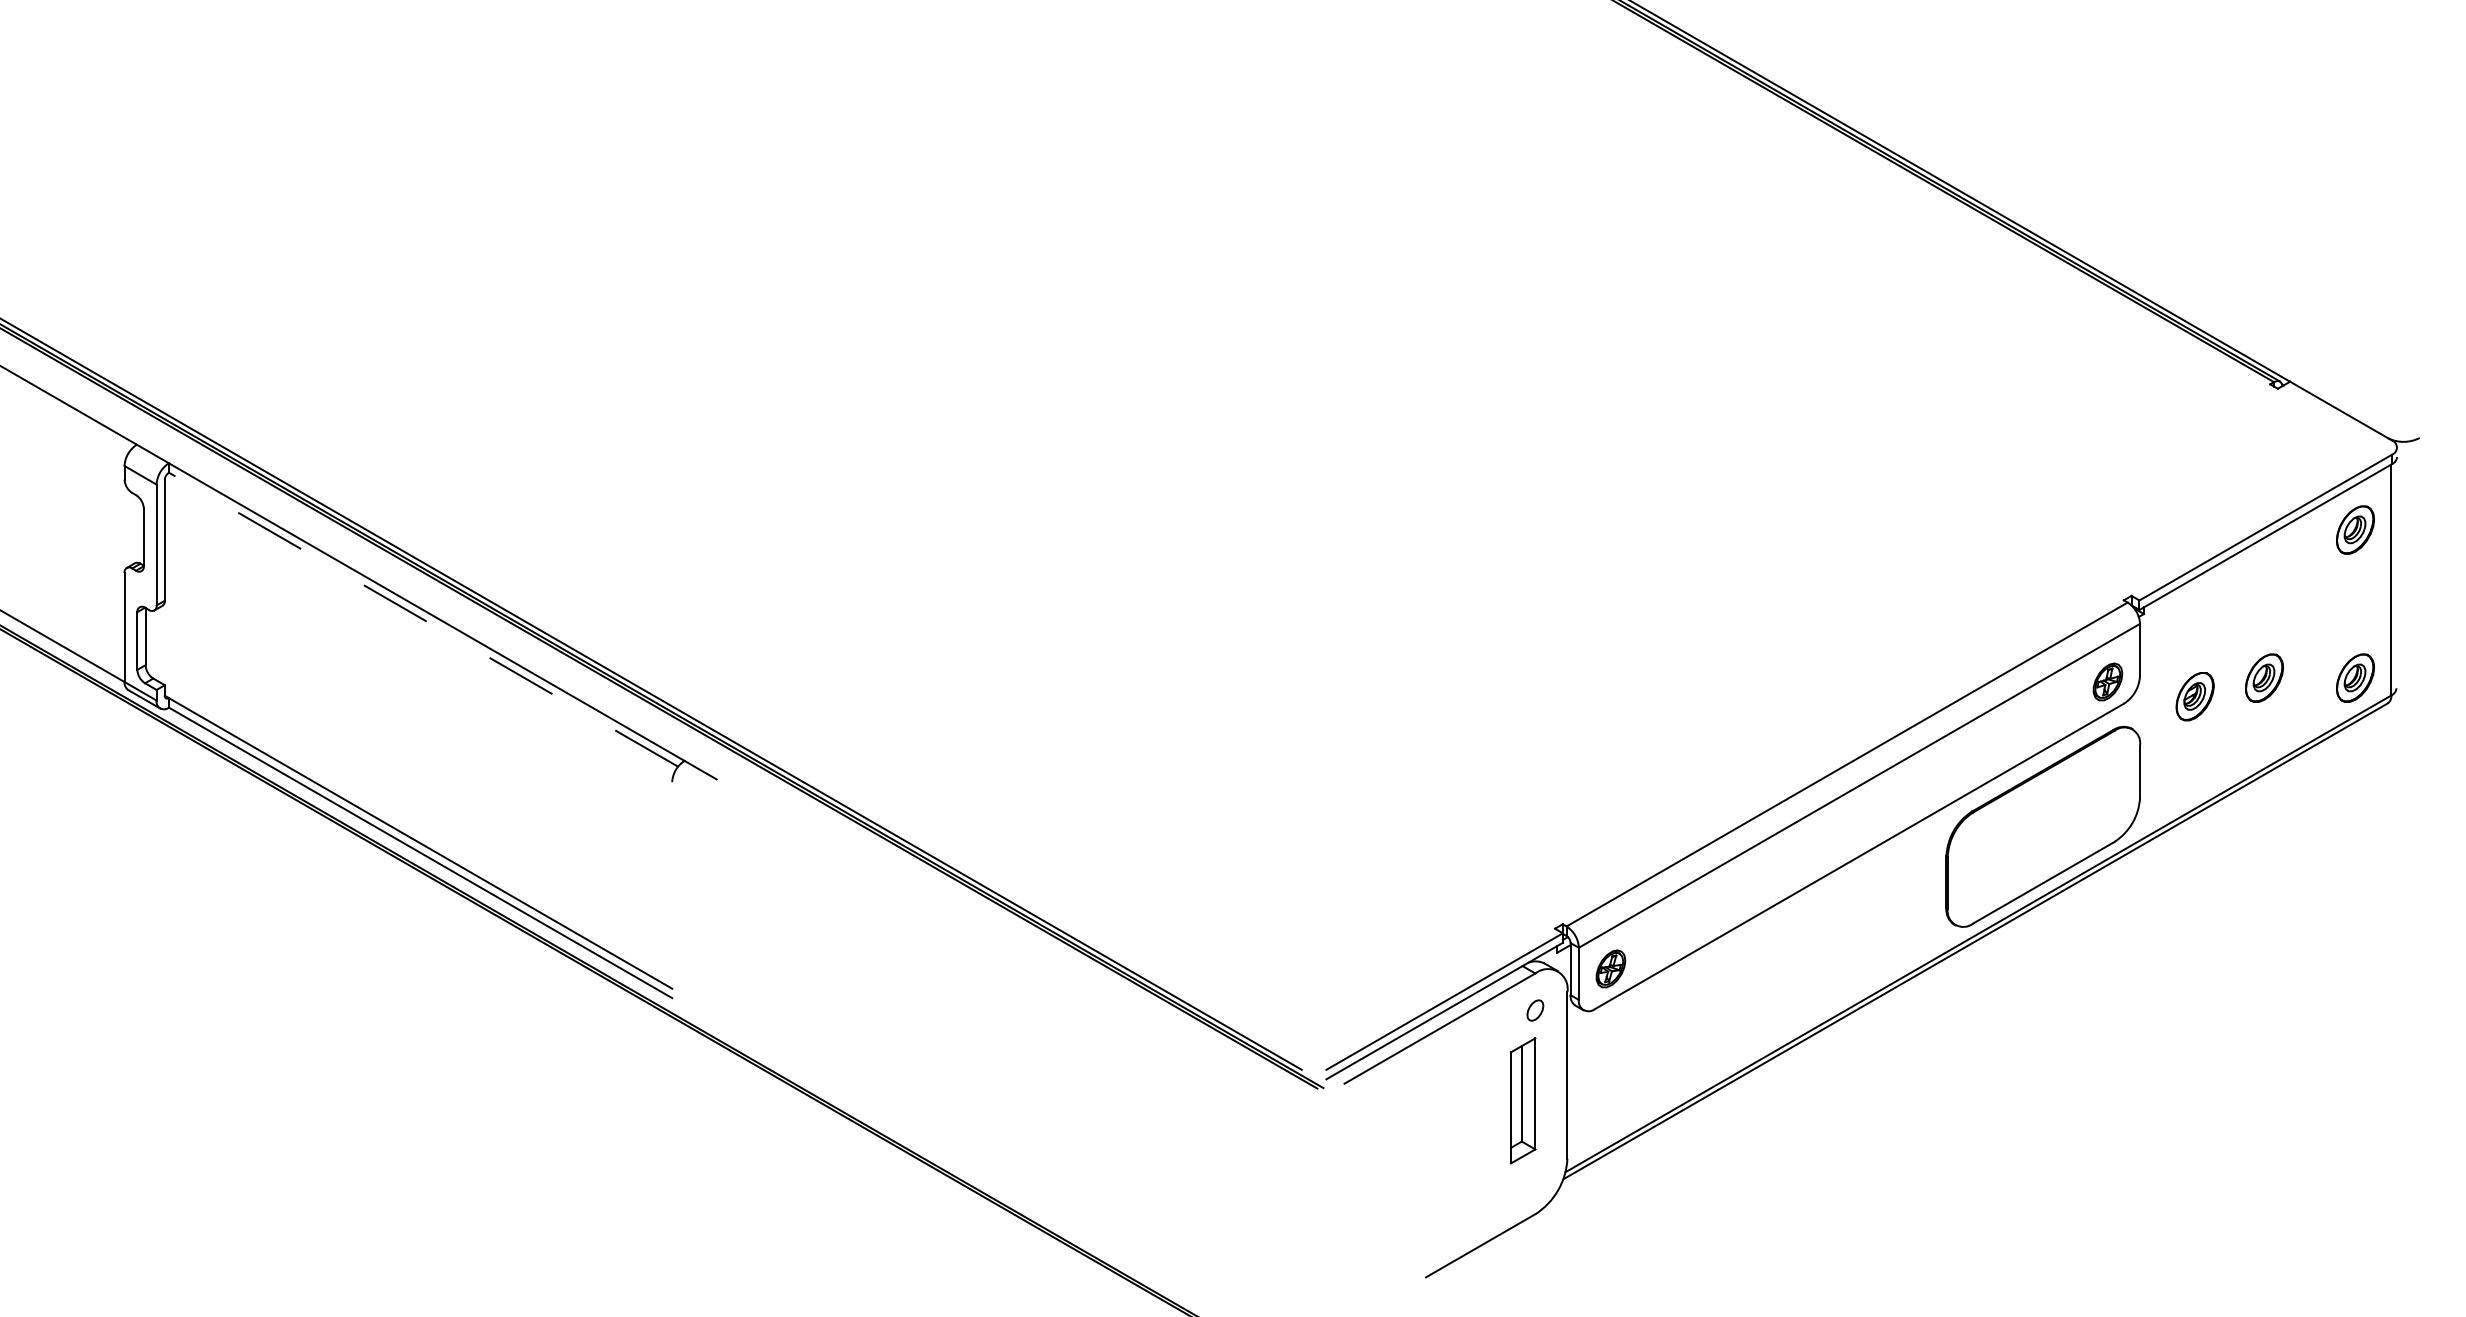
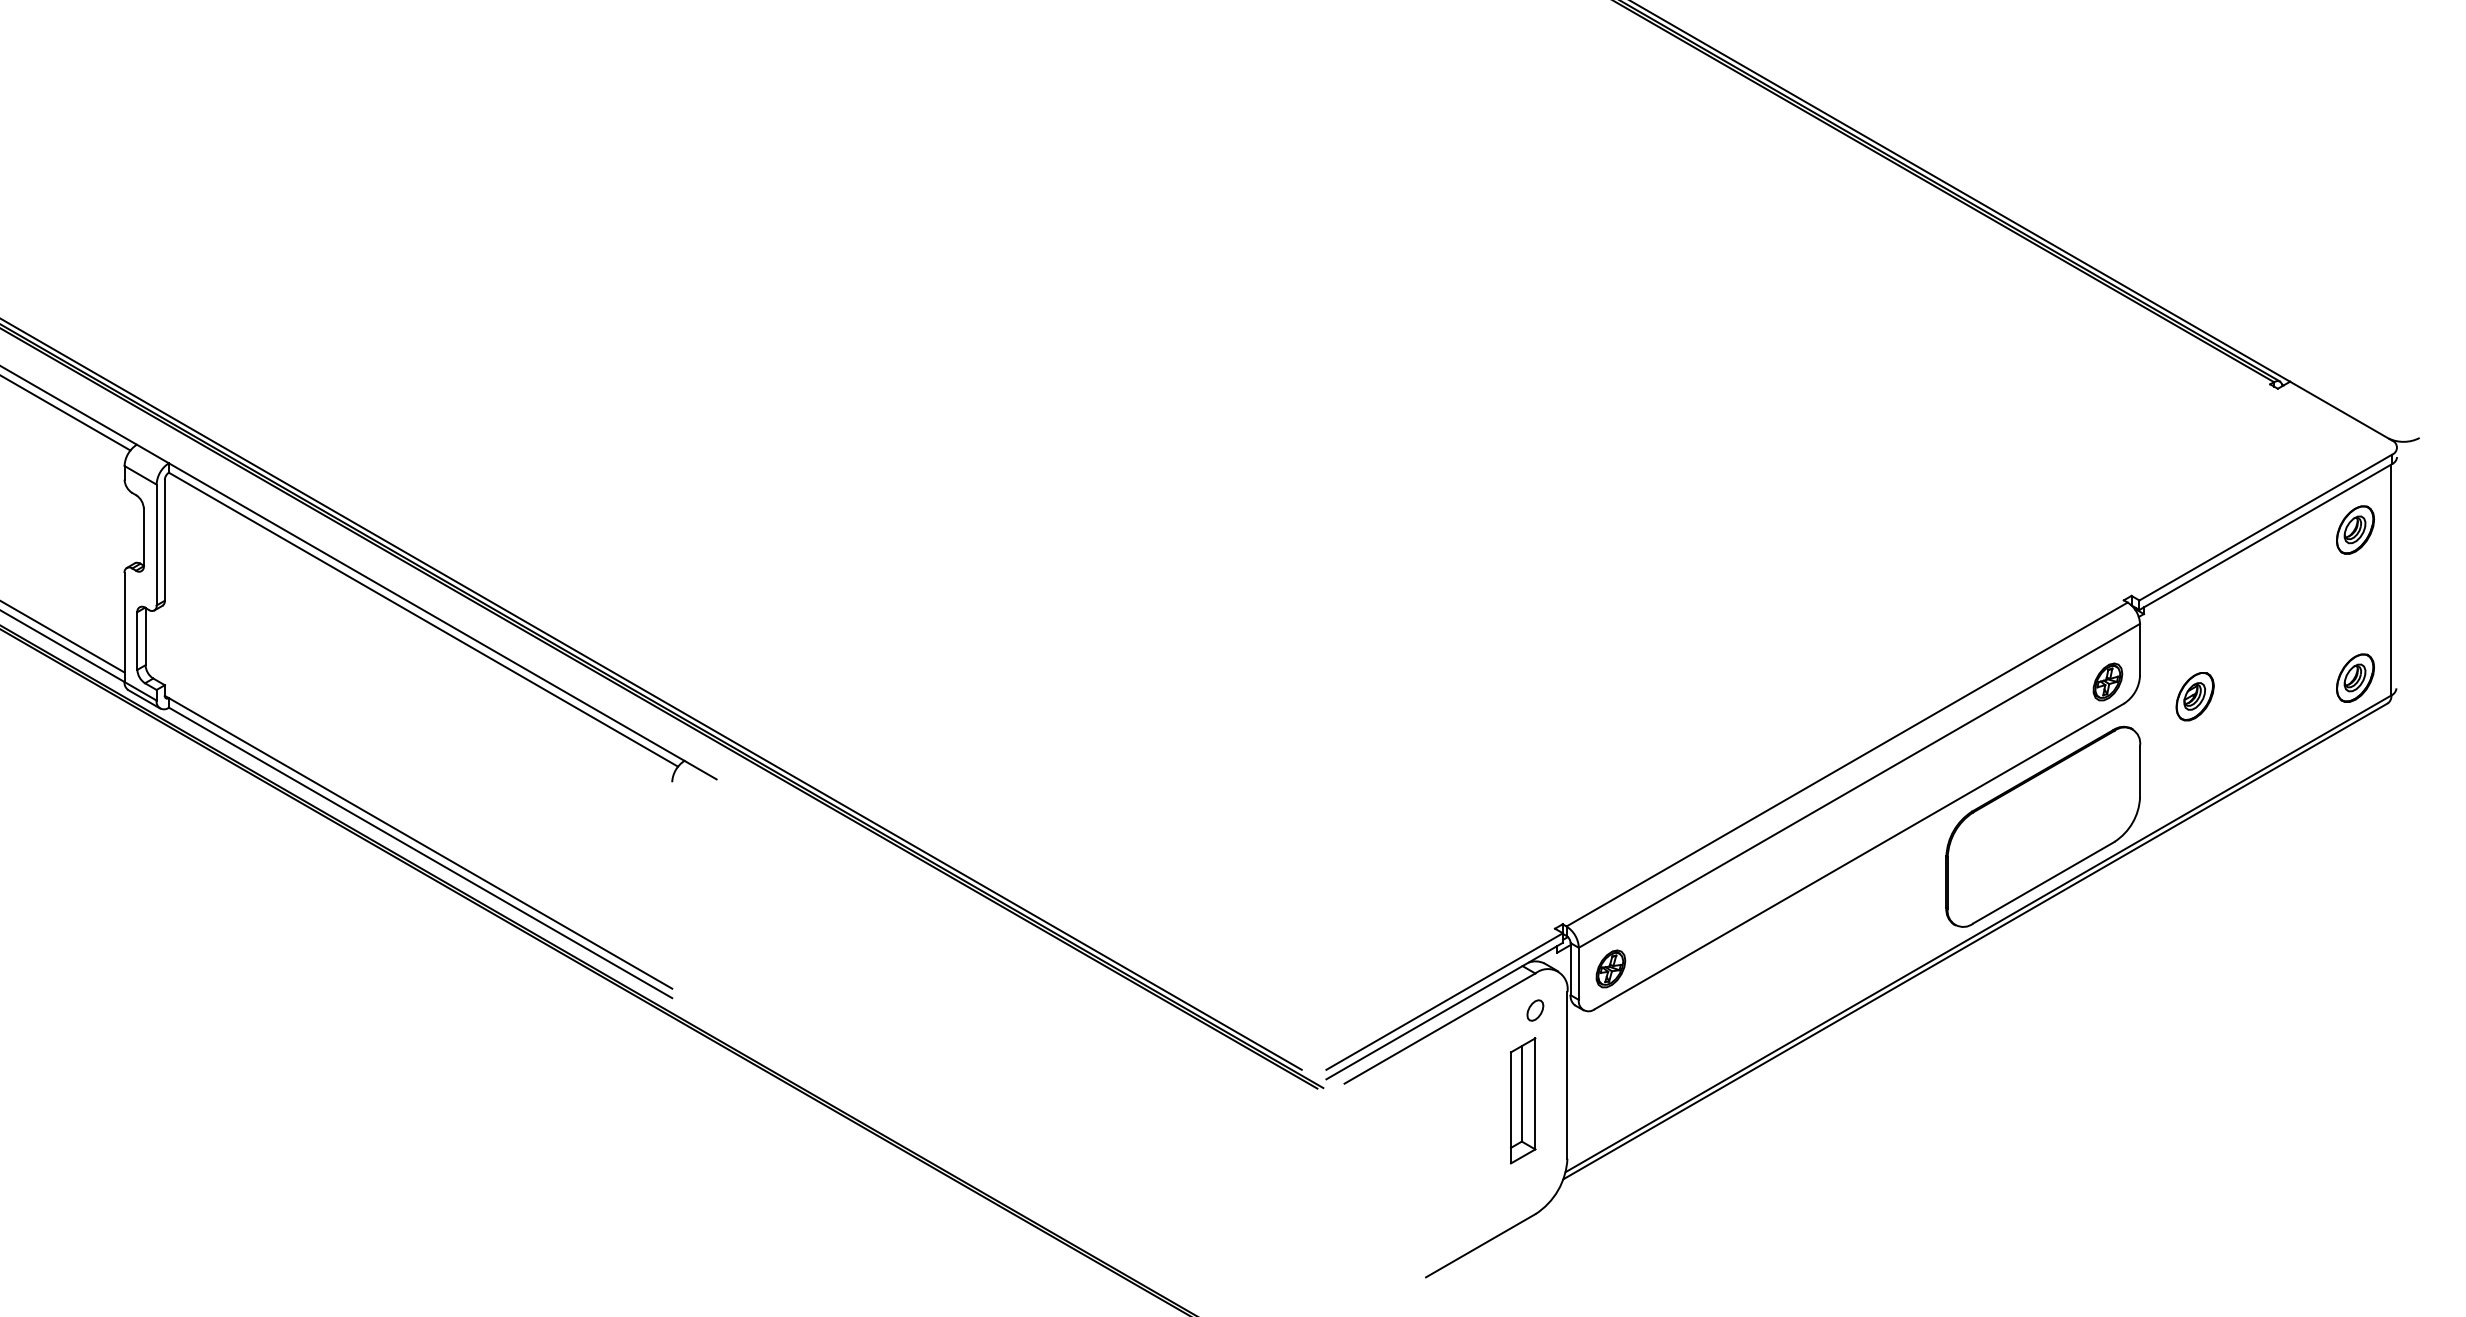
line at (66, 413): none -> present
line at (423, 619): dashed -> solid
line at (63, 637): none -> present
part at (2264, 677): present -> none
